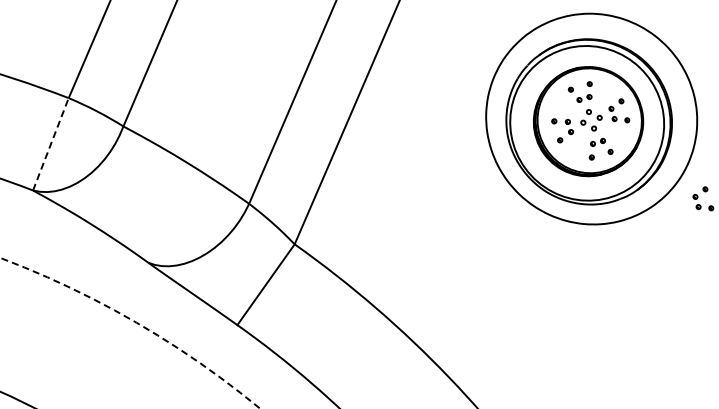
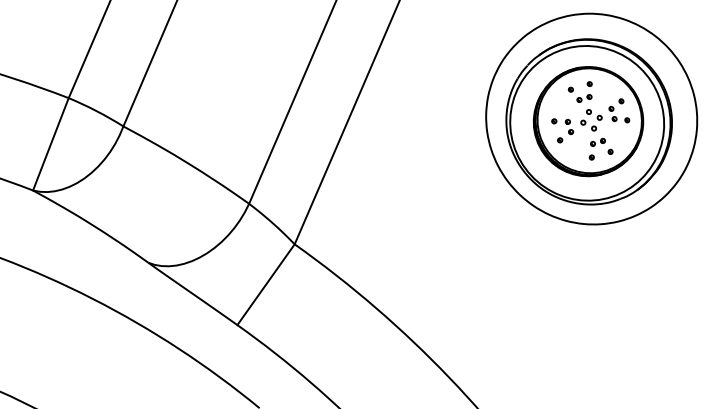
line at (50, 144): dashed -> solid
part at (703, 198): present -> none
arc at (136, 322): dashed -> solid
